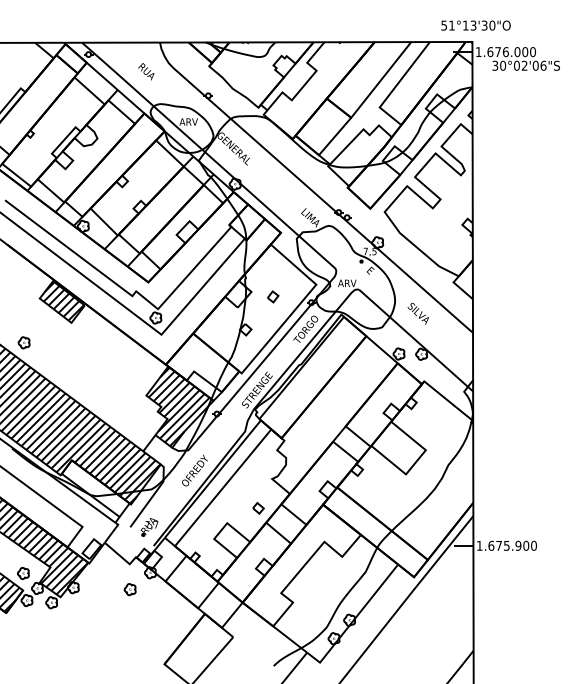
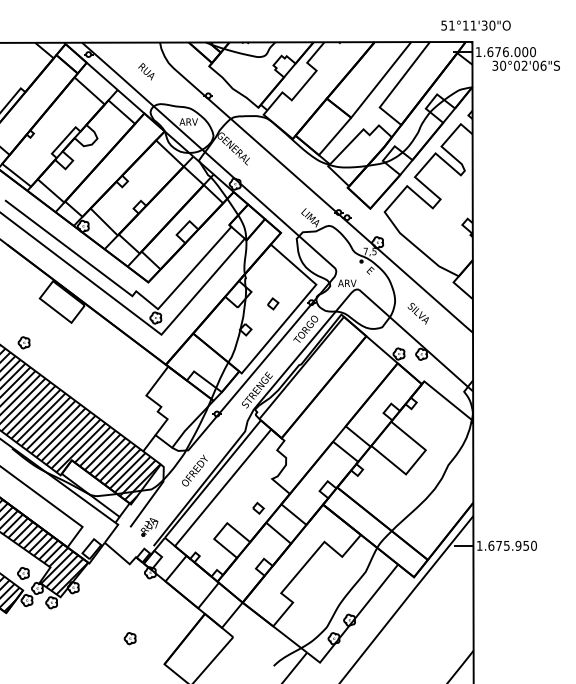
text at (473, 25): 51°13'30"O -> 51°11'30"O
part at (273, 296) position: (273, 296) -> (273, 303)
hatch at (63, 301): present -> none
hatch at (178, 406): present -> none
text at (526, 545): 1.675.900 -> 1.675.950
part at (129, 589) position: (129, 589) -> (129, 638)
